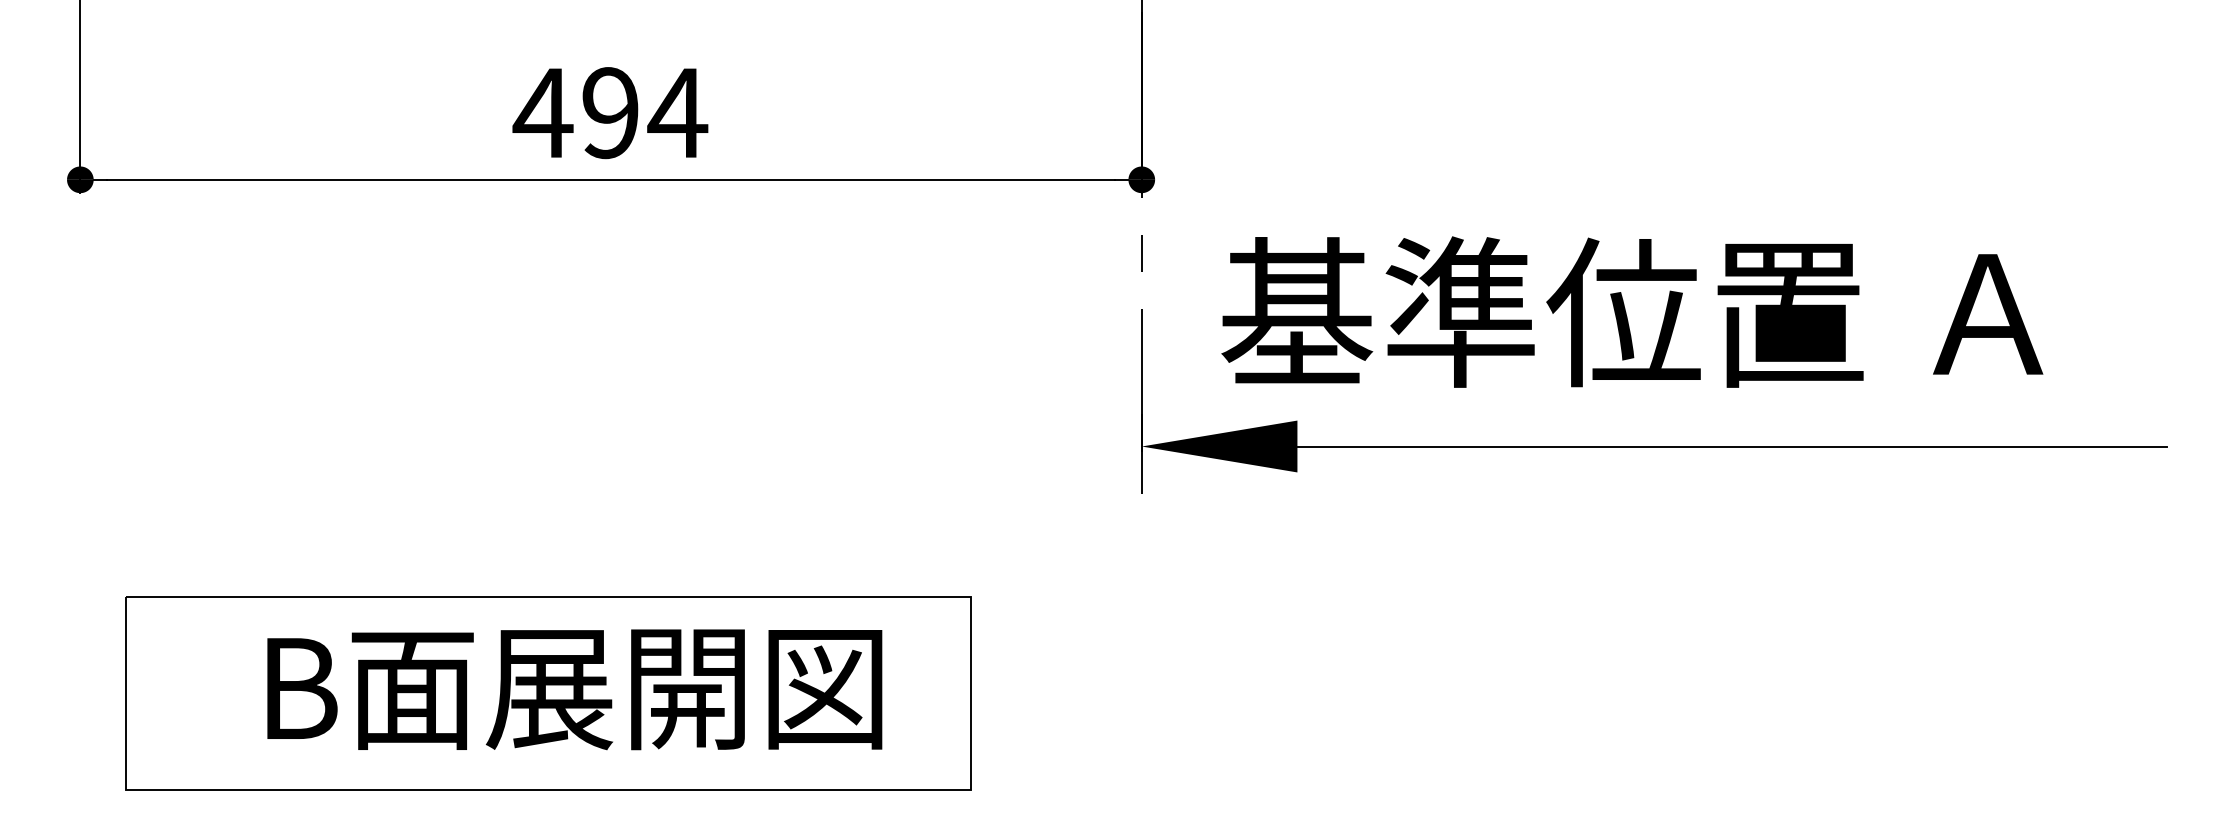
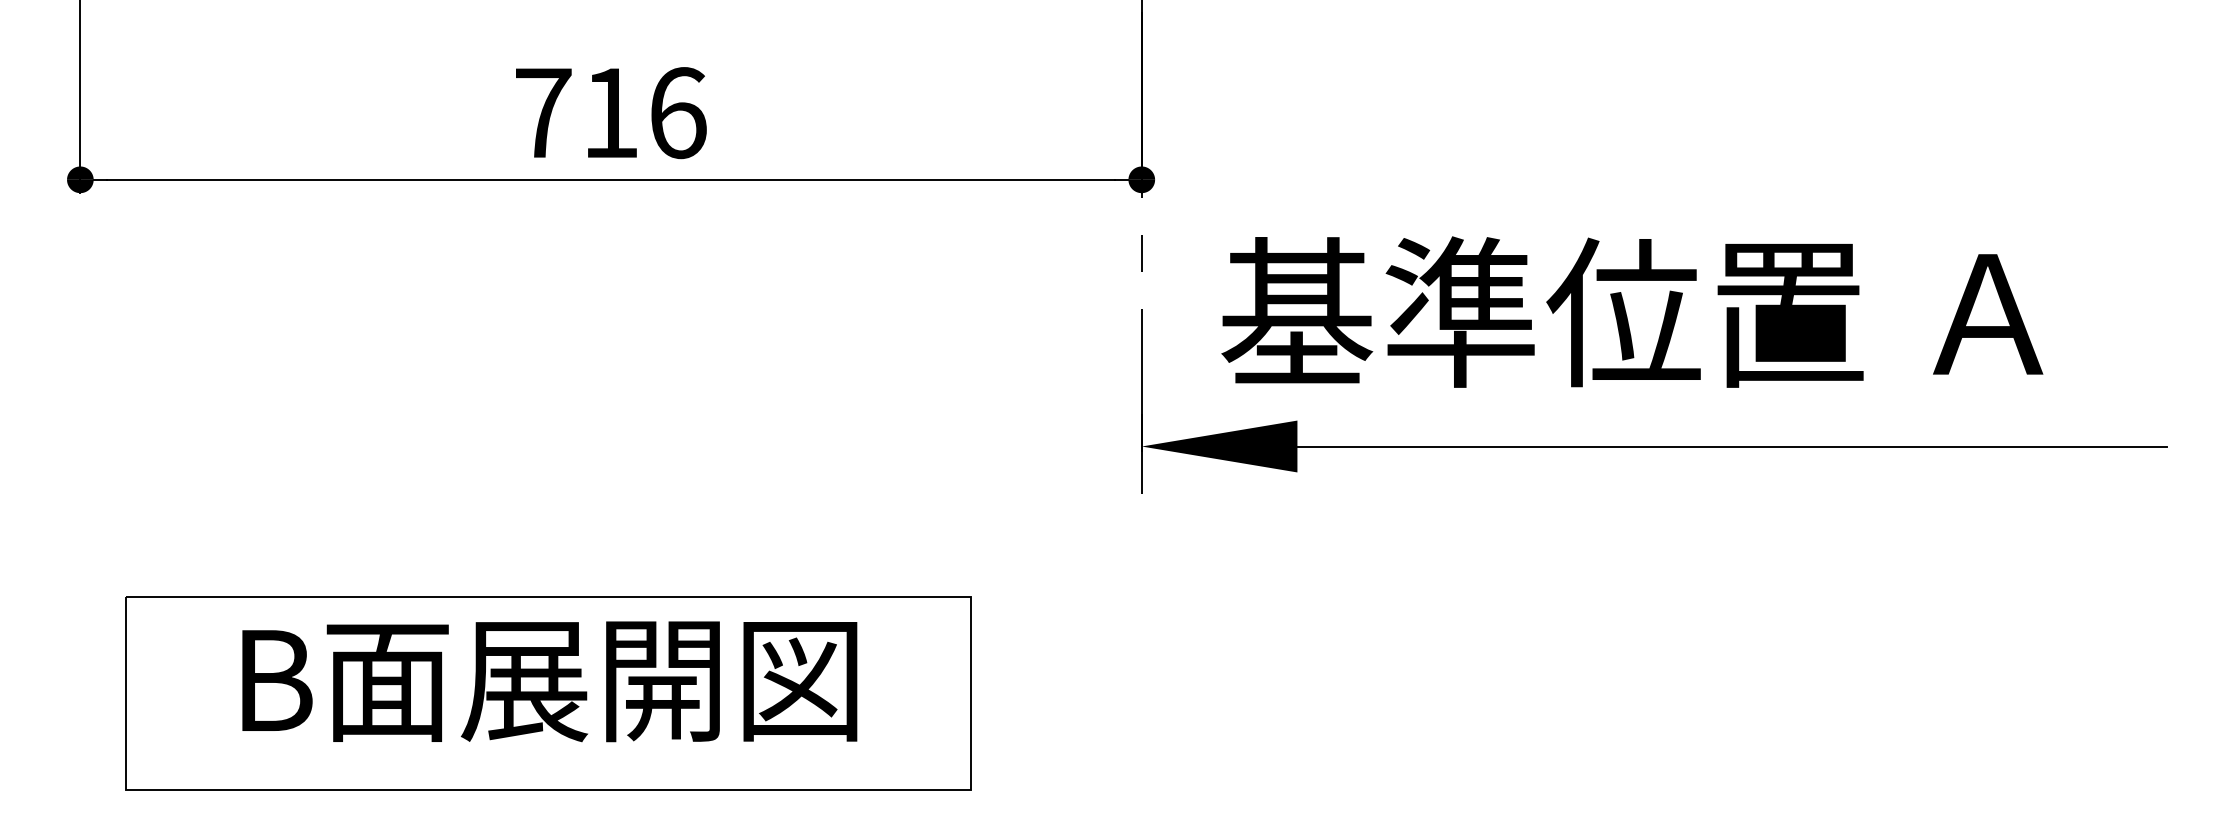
text at (610, 113): 494 -> 716
text at (574, 689) position: (574, 689) -> (549, 681)
